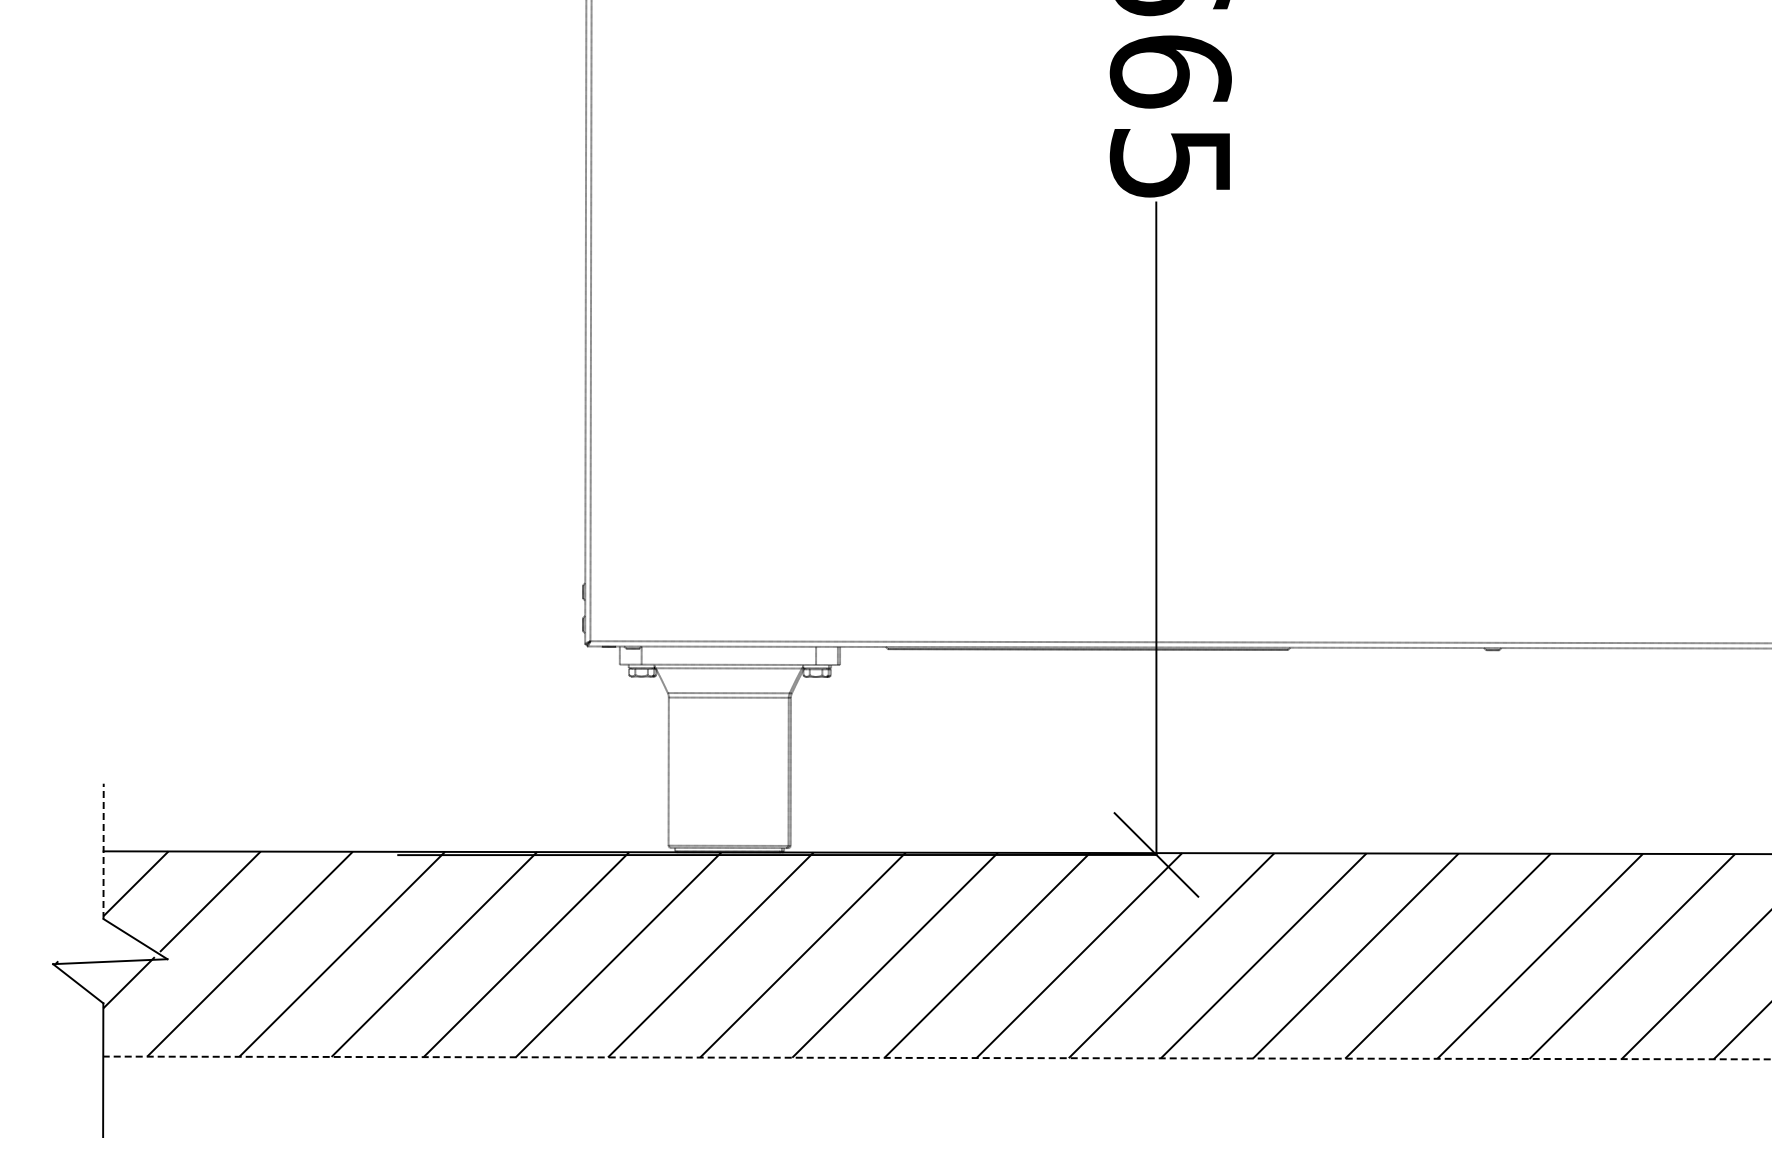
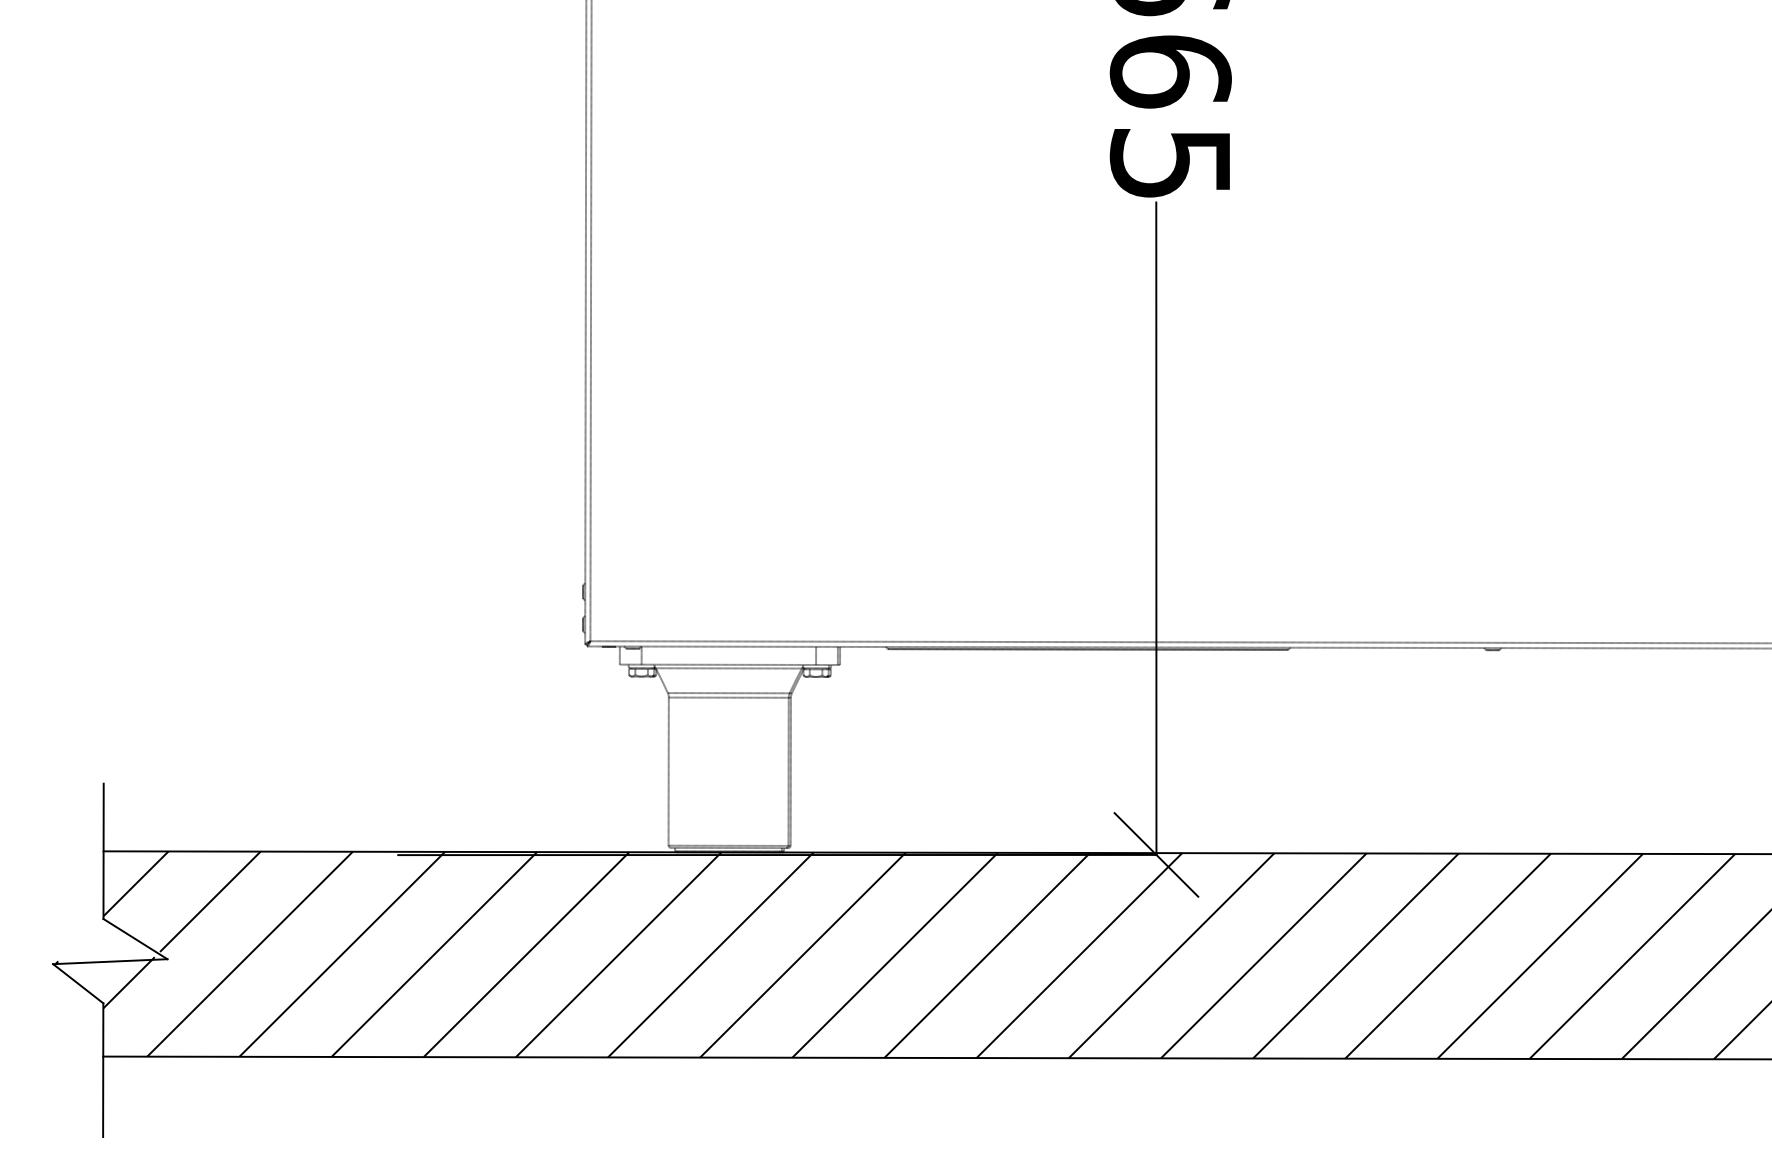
line at (103, 851): dashed -> solid
line at (937, 1057): dashed -> solid
